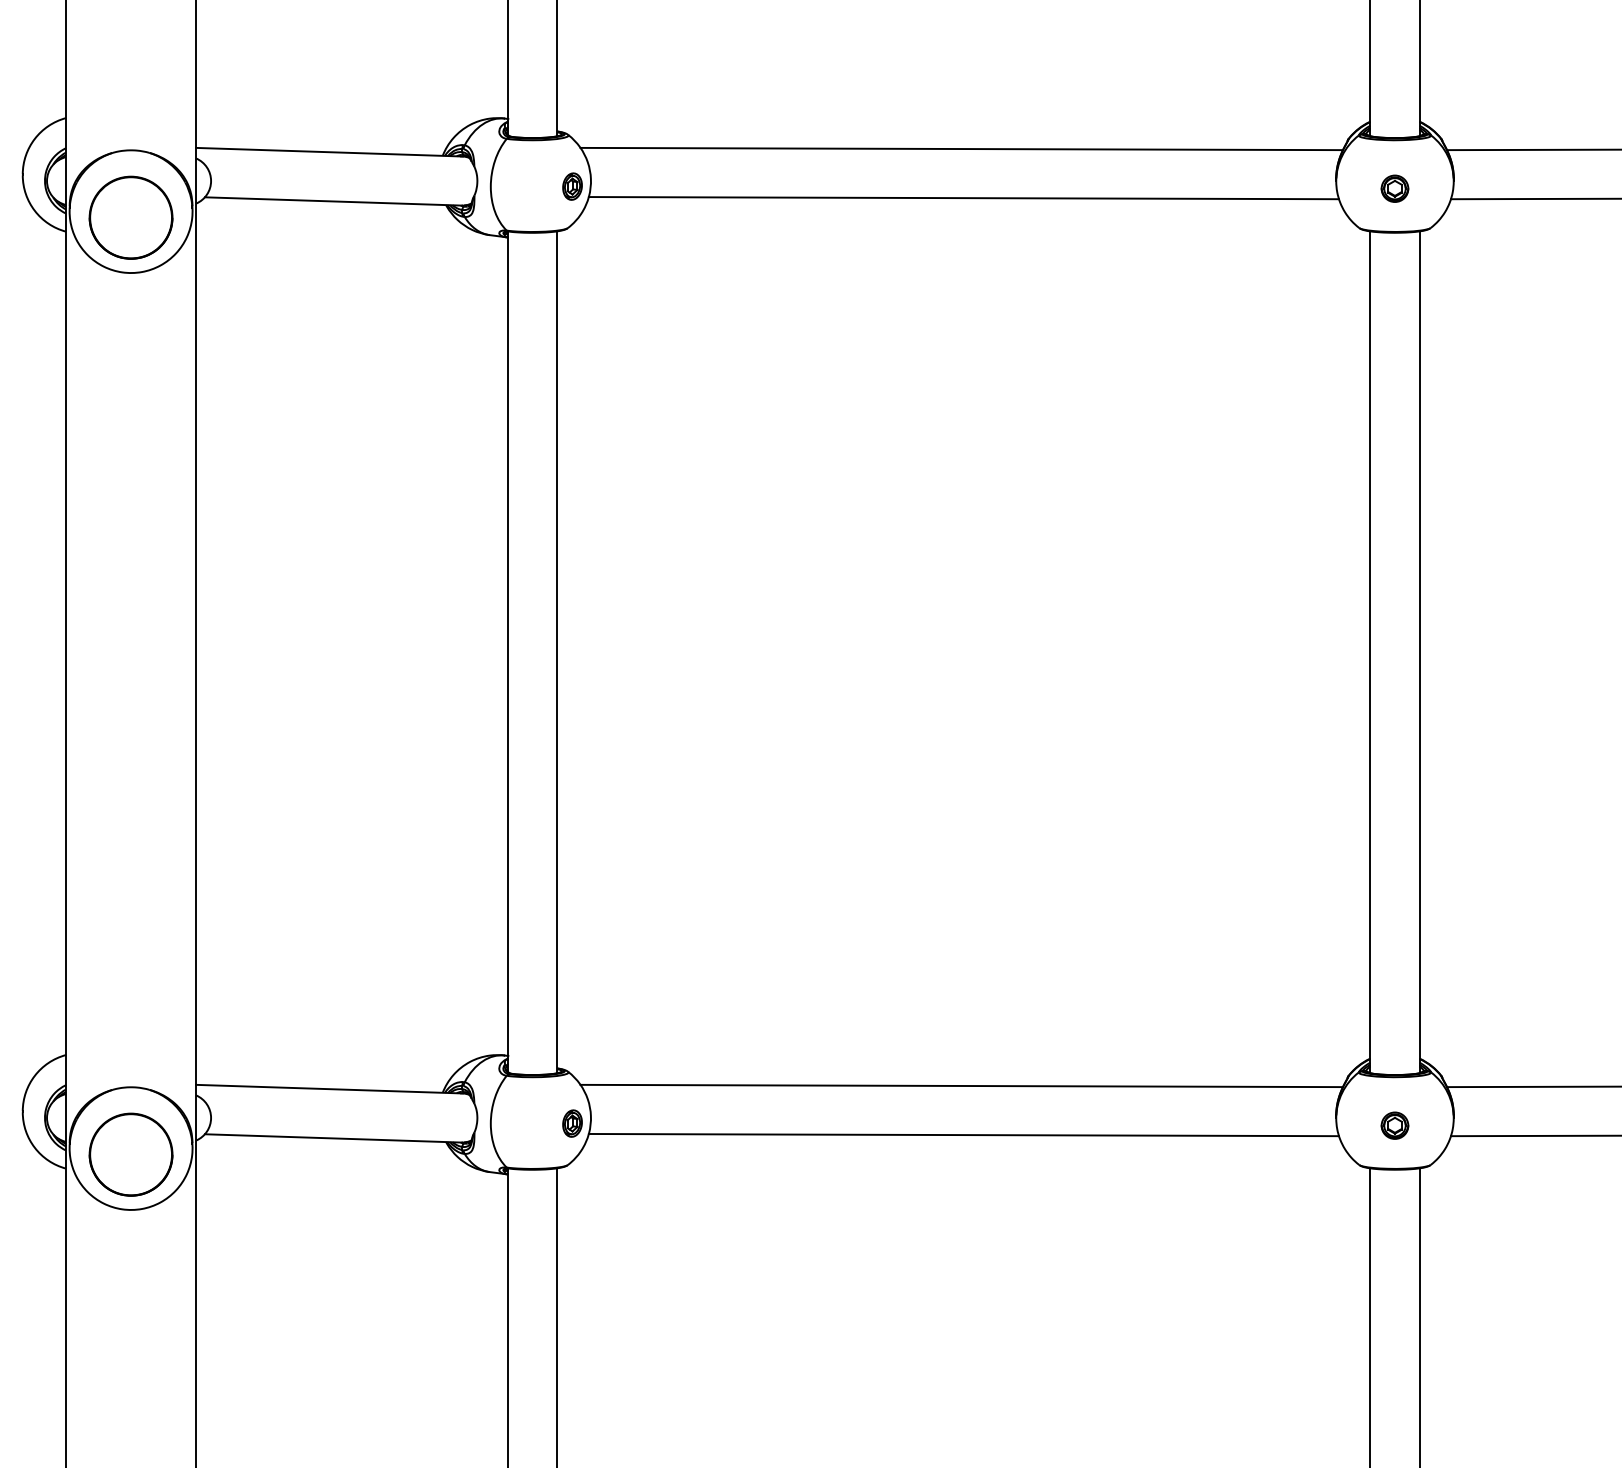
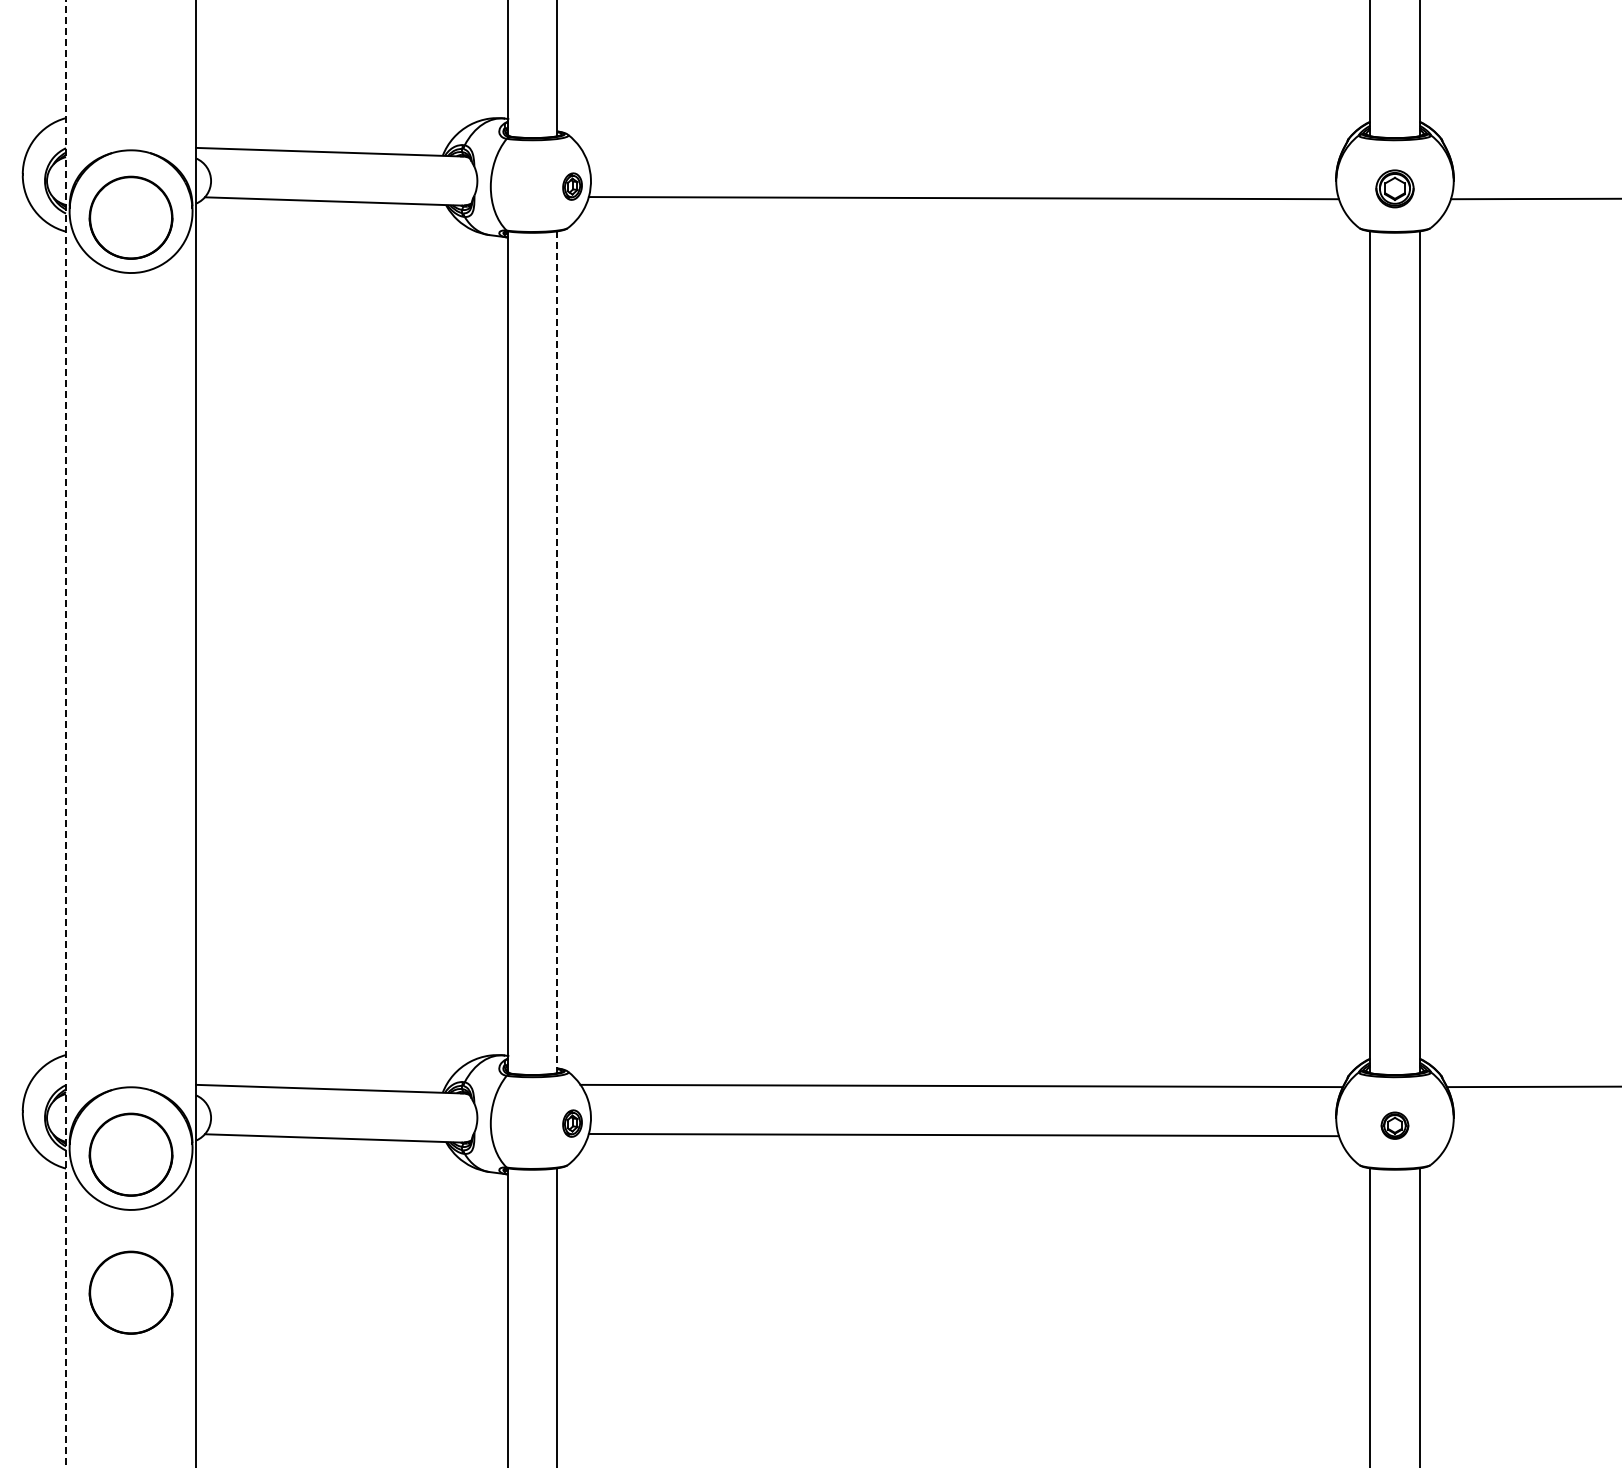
line at (961, 148): present -> none
line at (1532, 149): present -> none
part at (1394, 188) size: 30x29 px -> 40x40 px
line at (557, 652): solid -> dashed
line at (66, 733): solid -> dashed
line at (1534, 1135): present -> none
part at (130, 1292): none -> present
